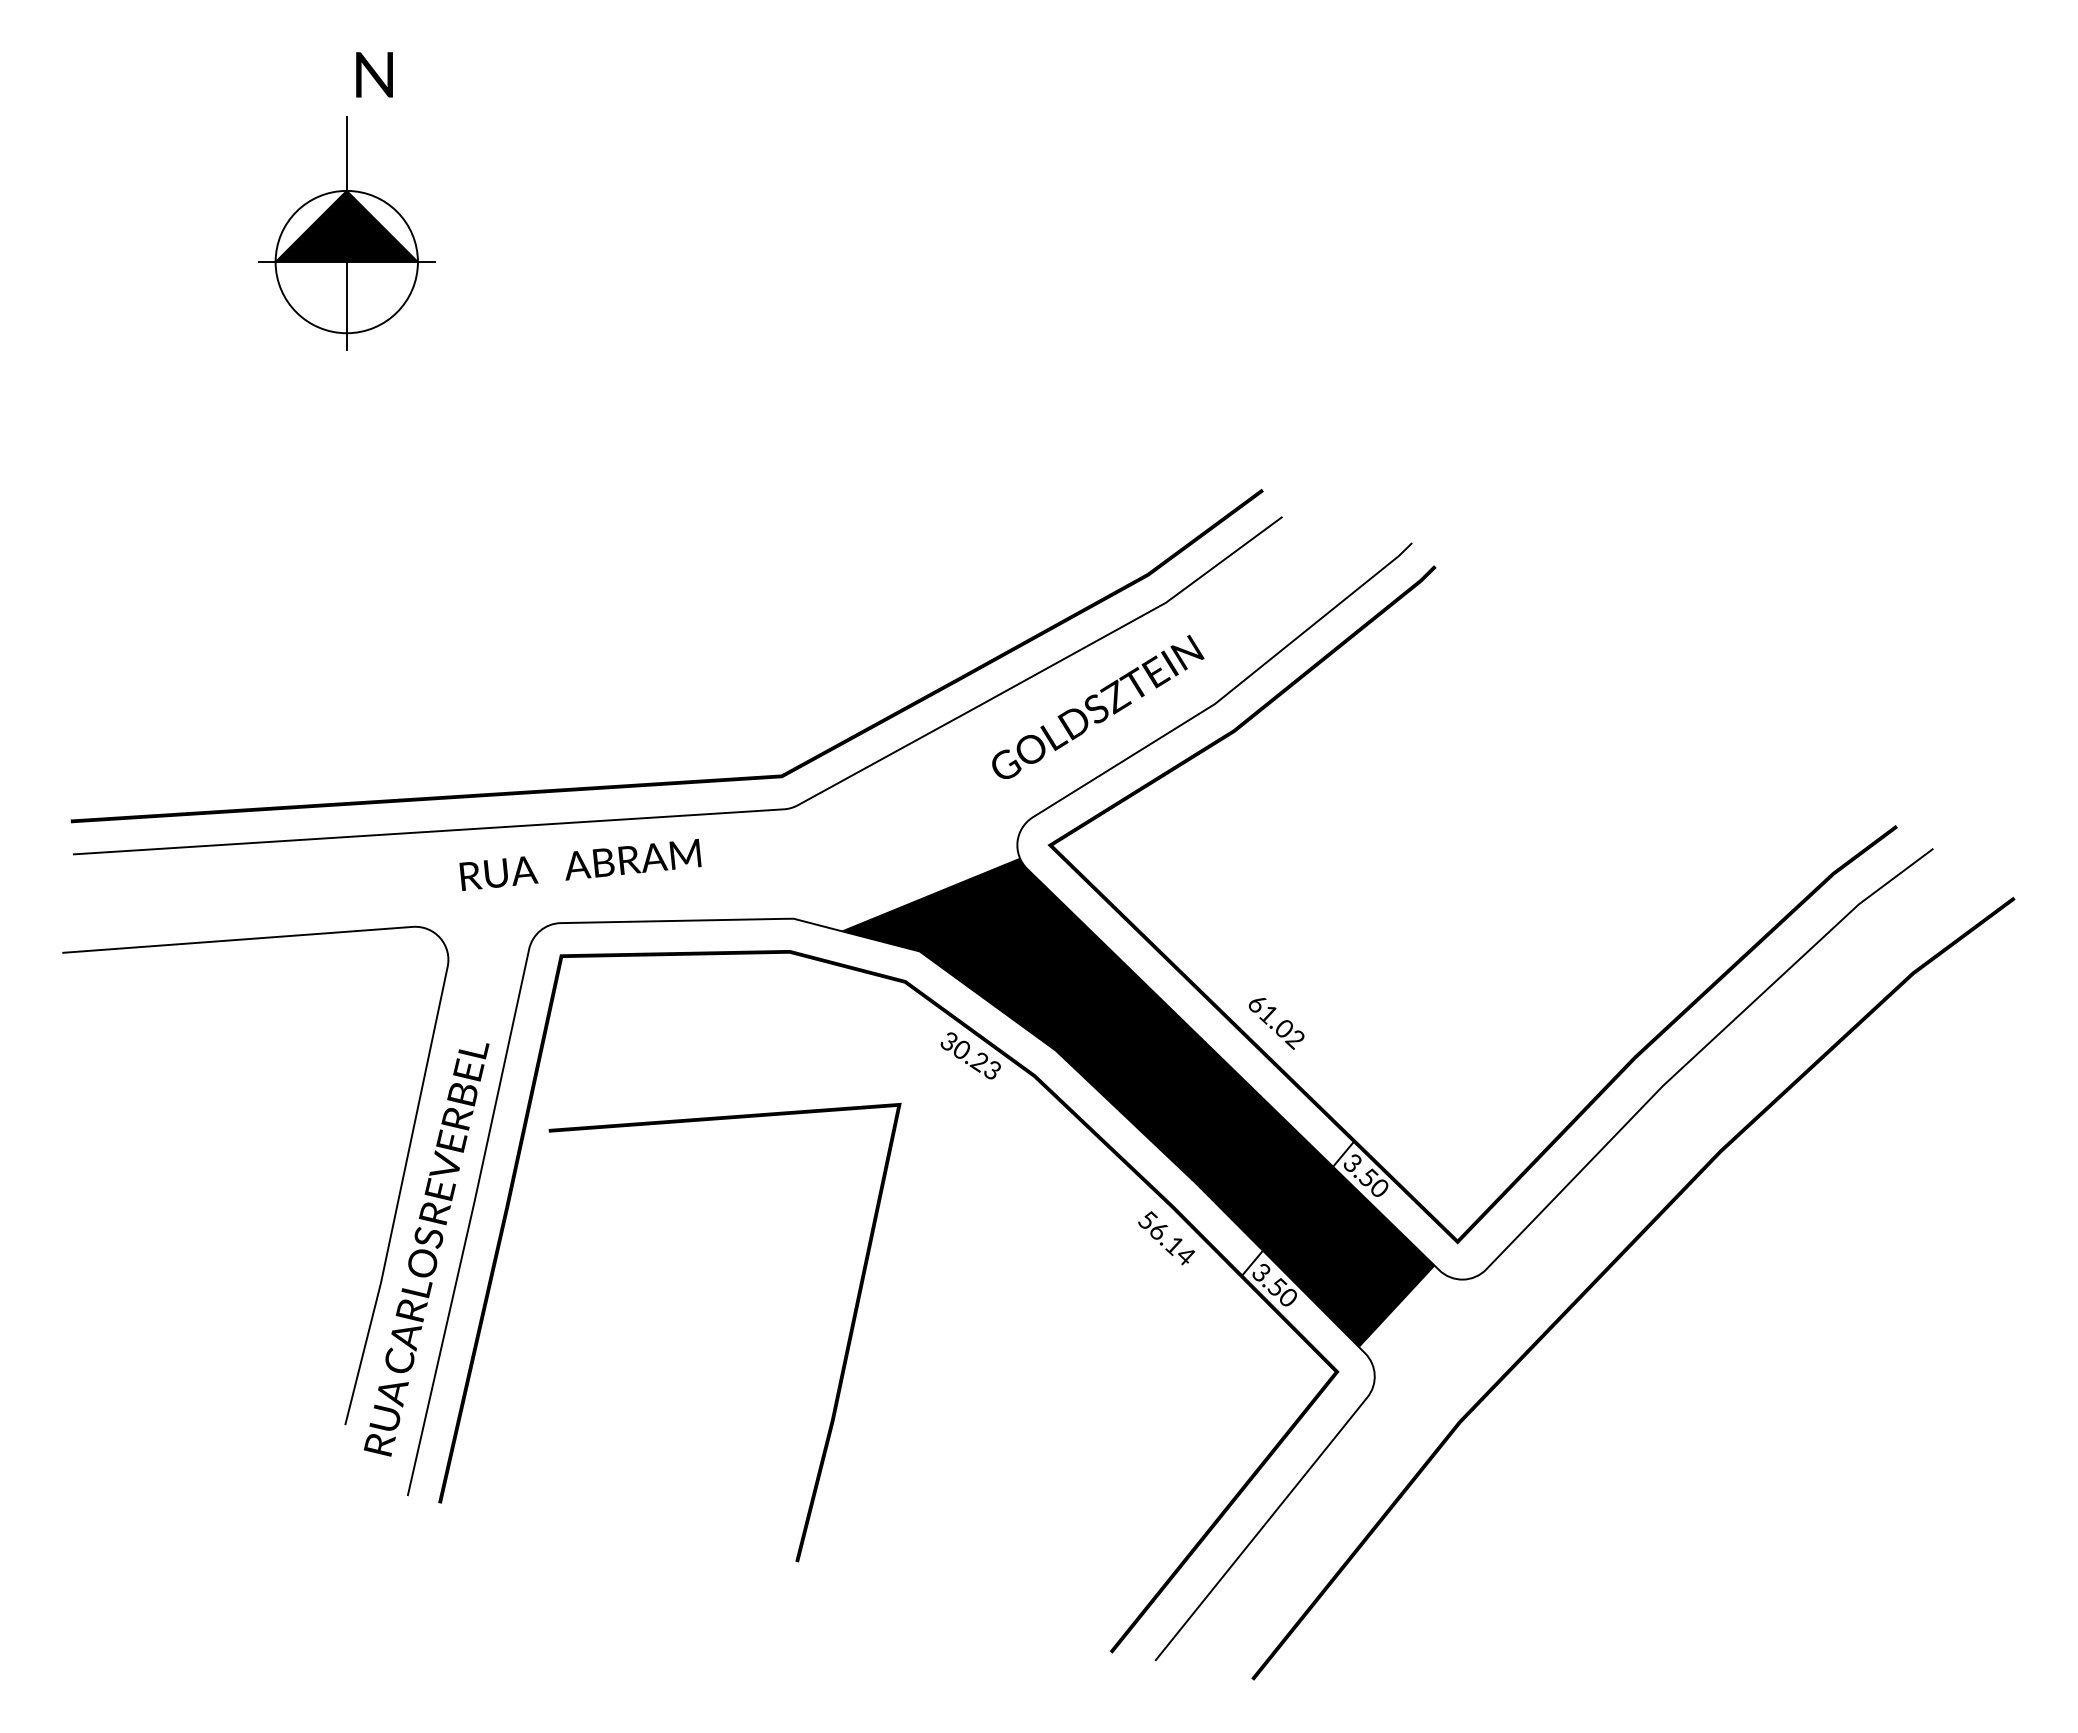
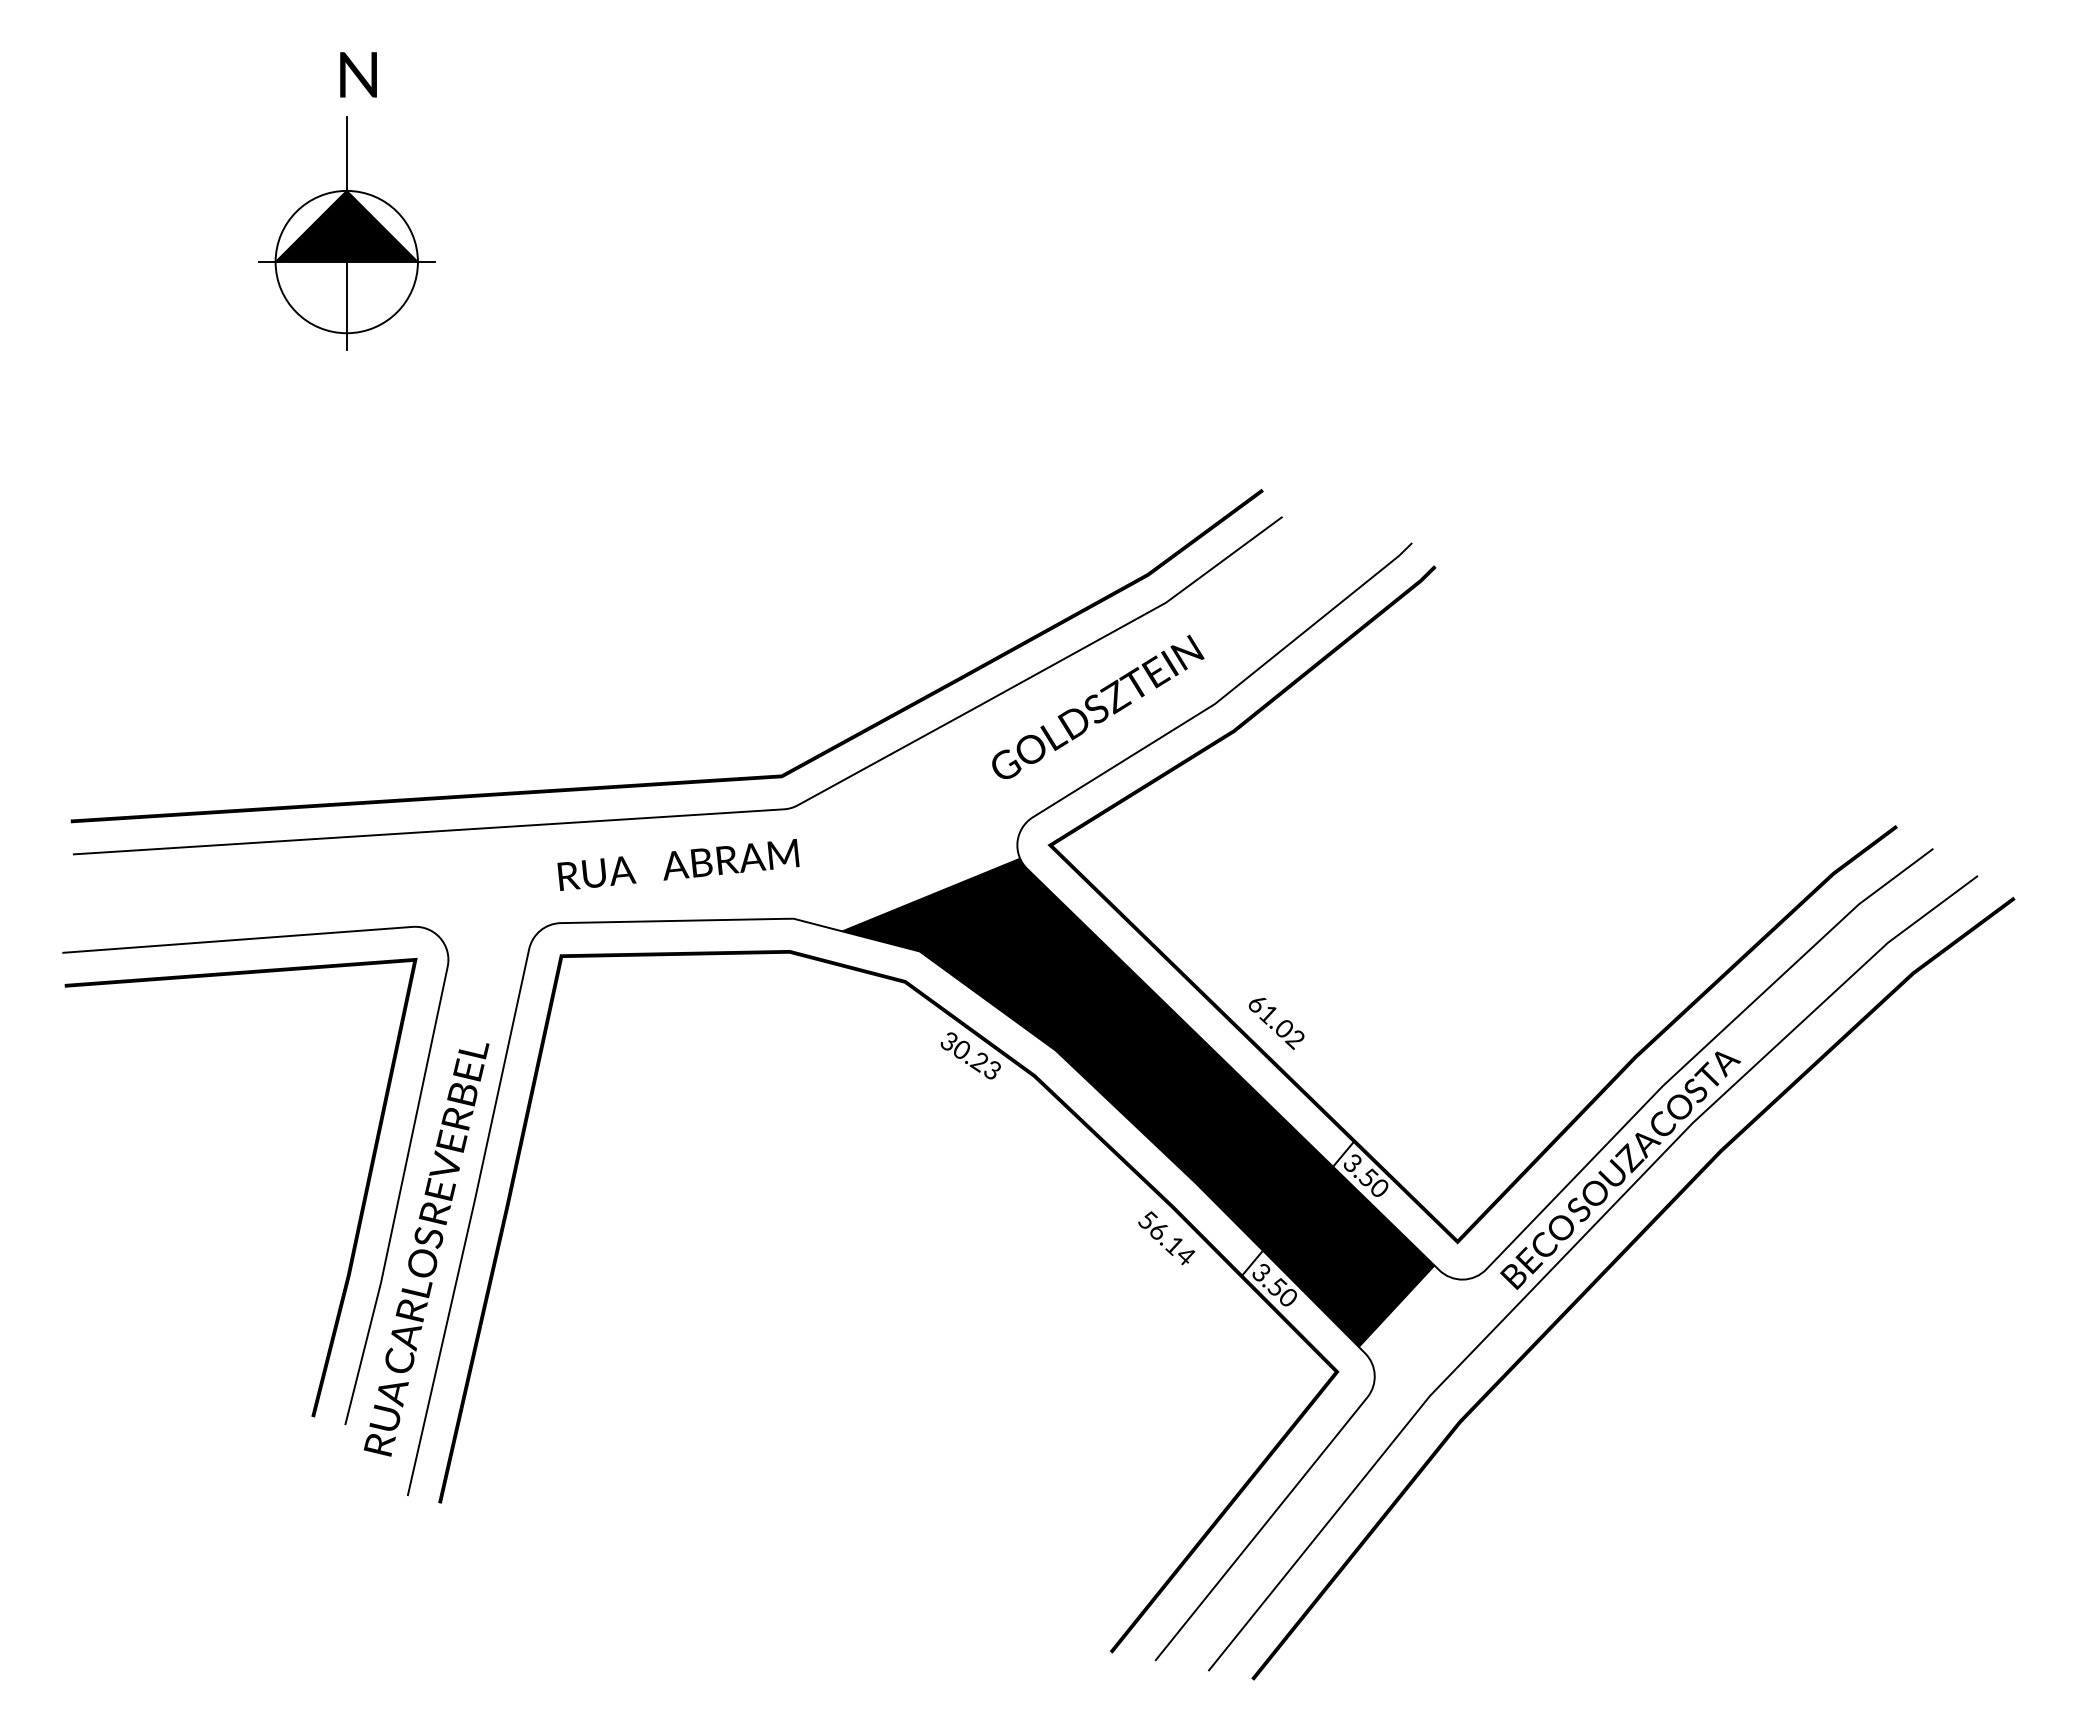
text at (374, 74) position: (374, 74) -> (358, 74)
text at (580, 864) position: (580, 864) -> (678, 864)
part at (1571, 1250): none -> present
curve at (844, 1354) position: (844, 1354) -> (360, 1209)
